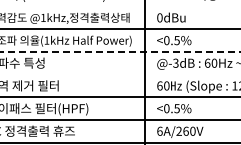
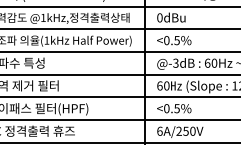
line at (119, 6): none -> present
line at (121, 51): dashed -> solid
line at (119, 74): none -> present
text at (185, 130): 6A/260V -> 6A/250V
